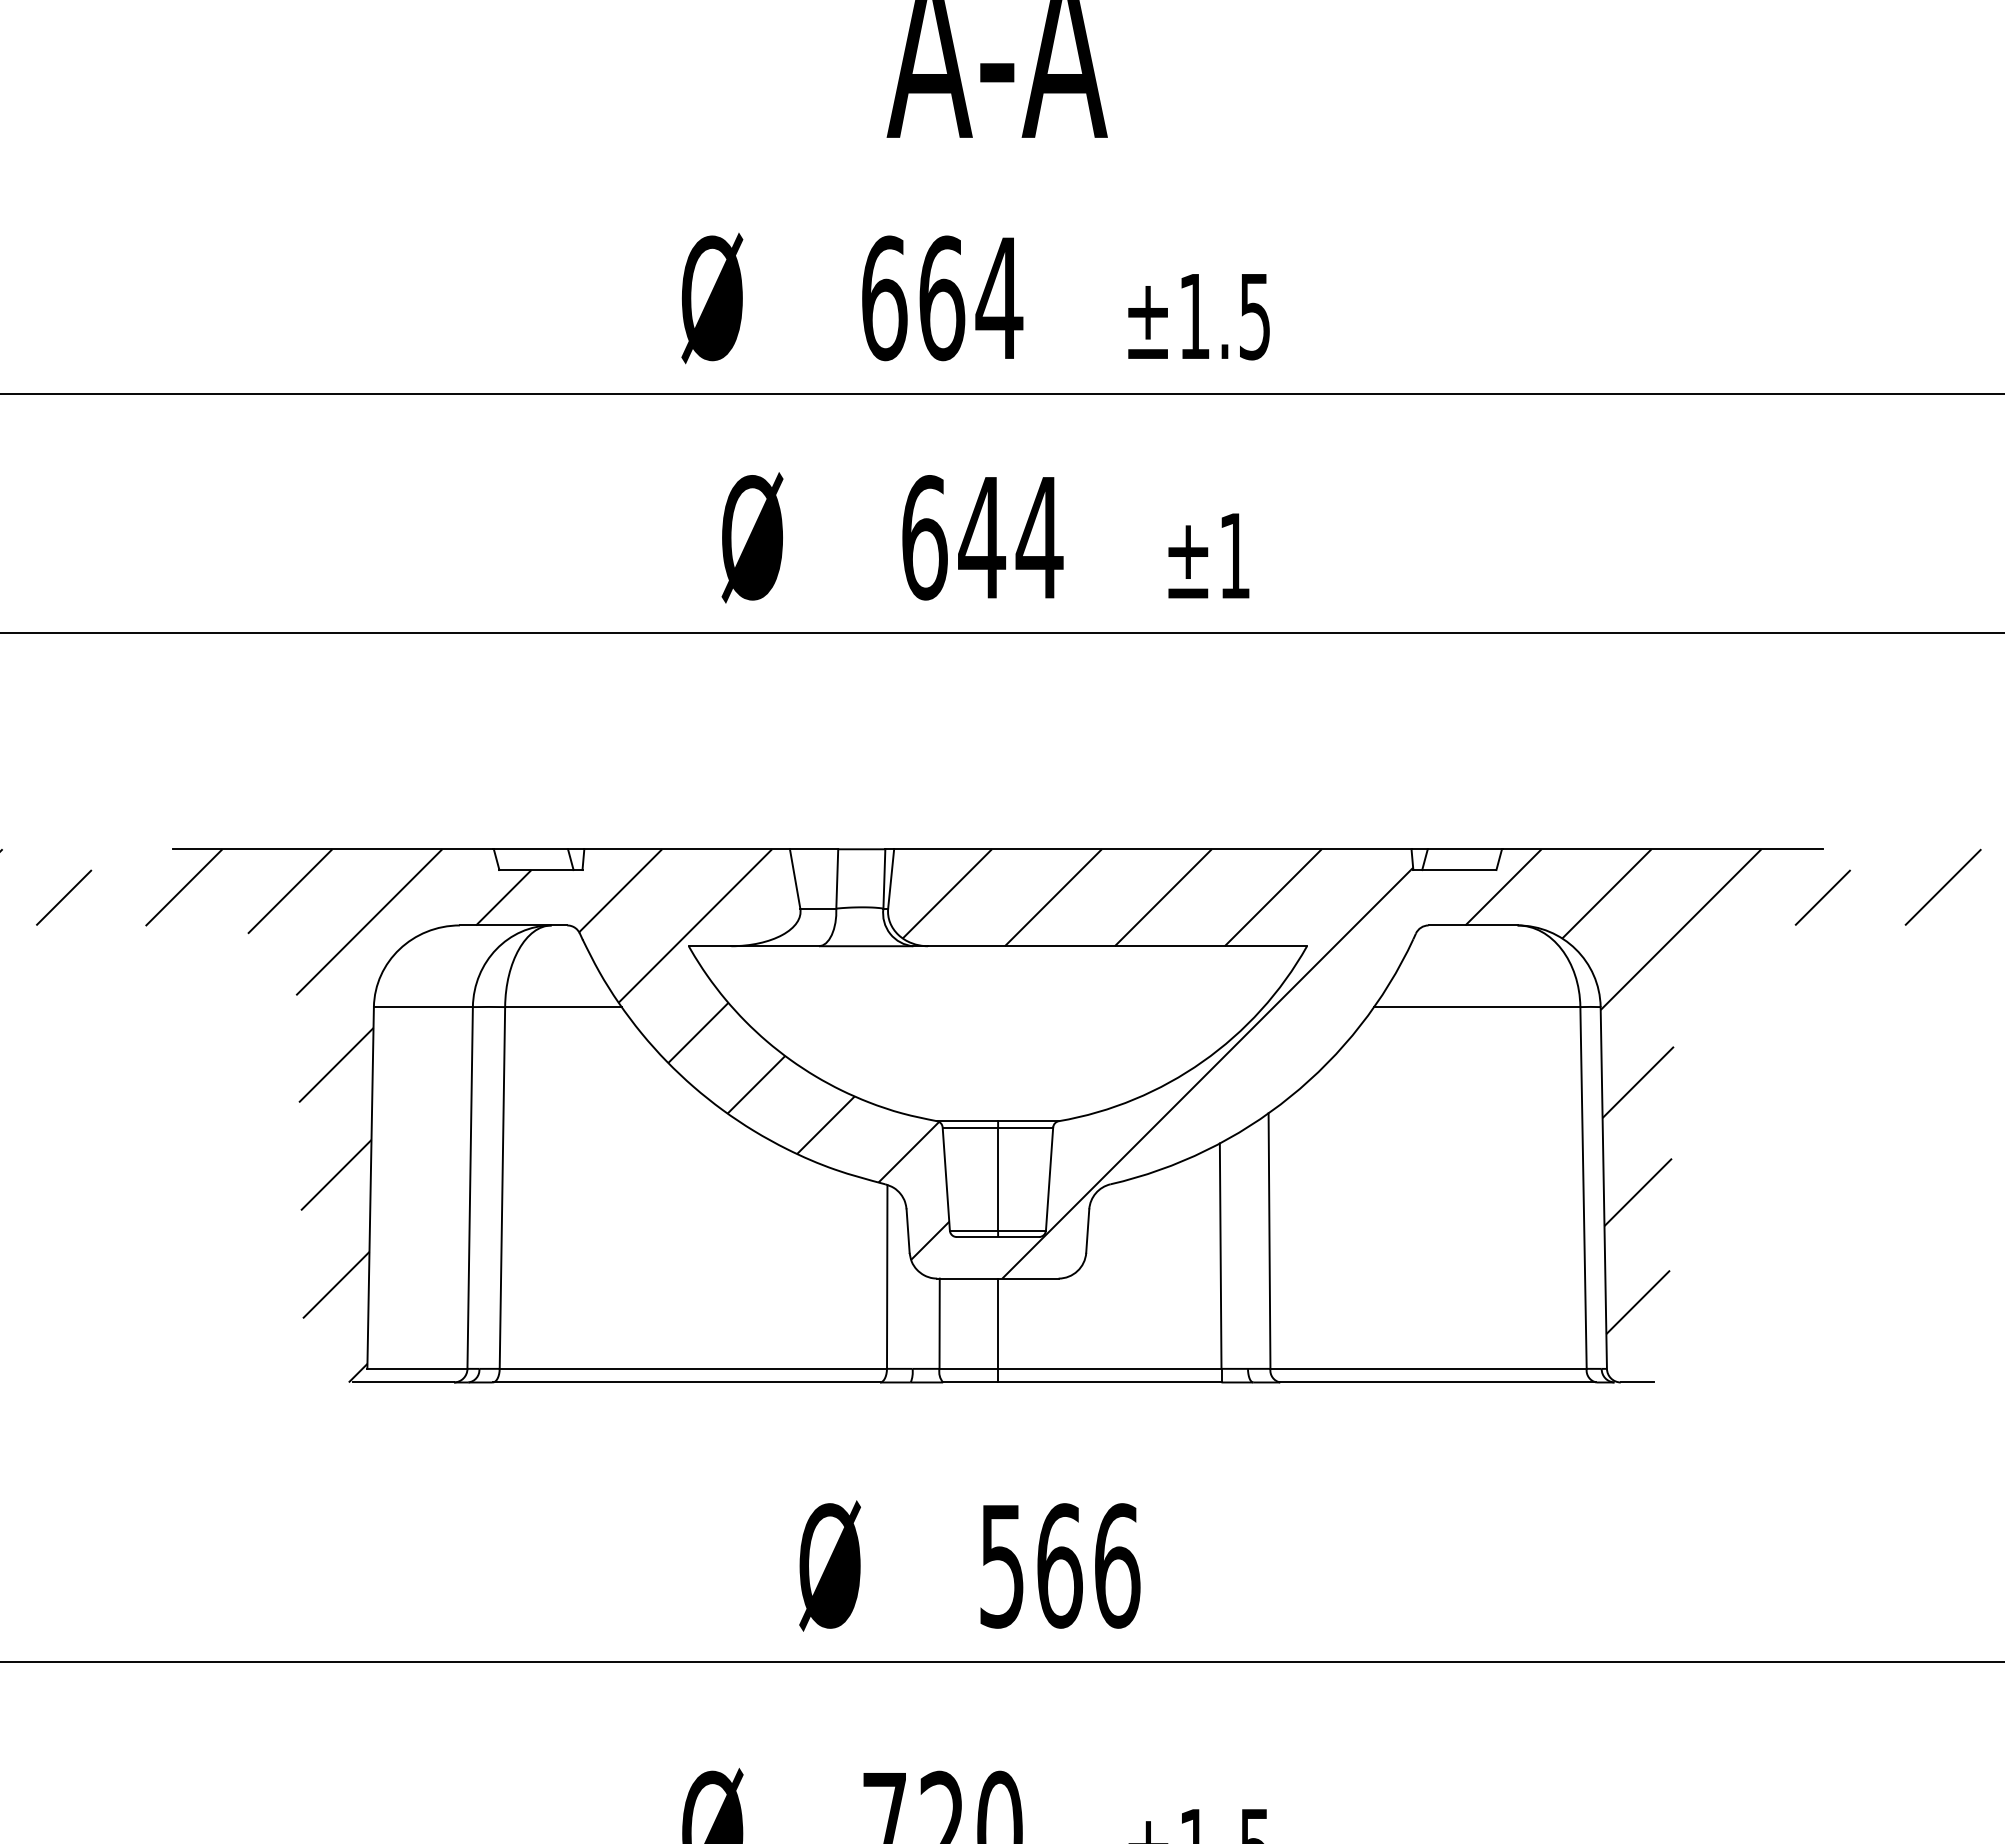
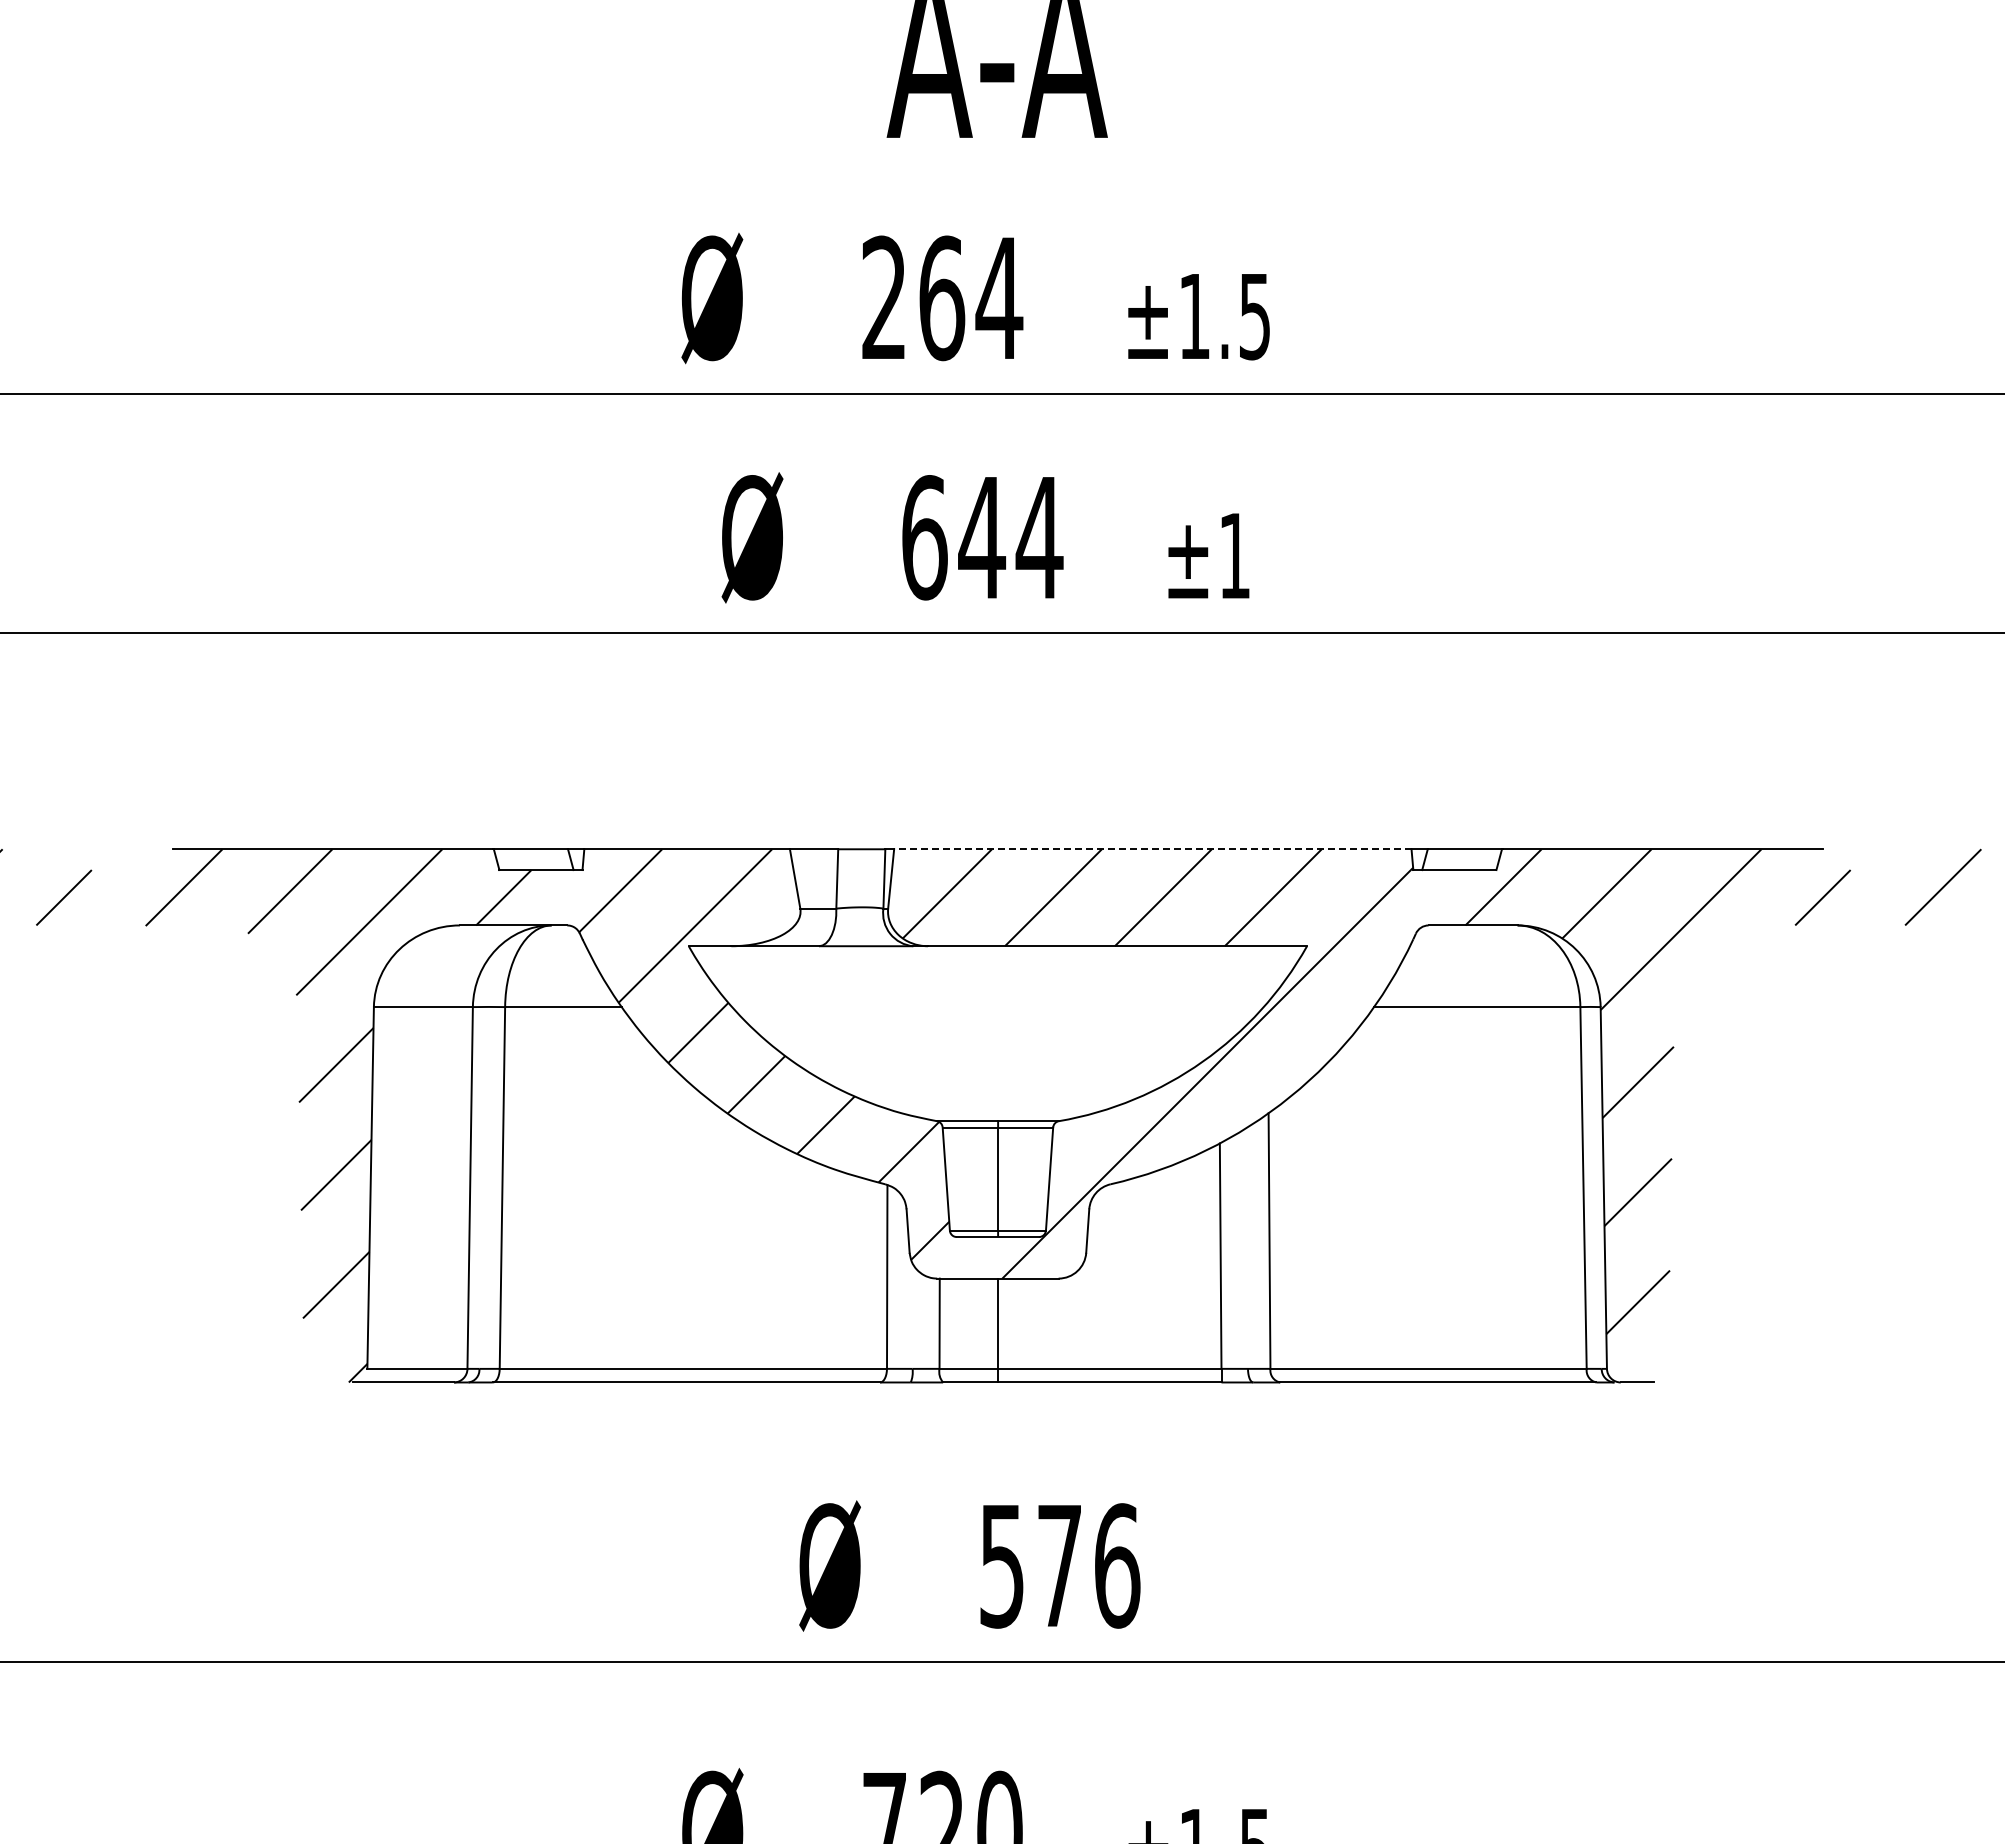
text at (884, 298): 664 -> 264
line at (1152, 849): solid -> dashed
text at (1059, 1565): 566 -> 576
